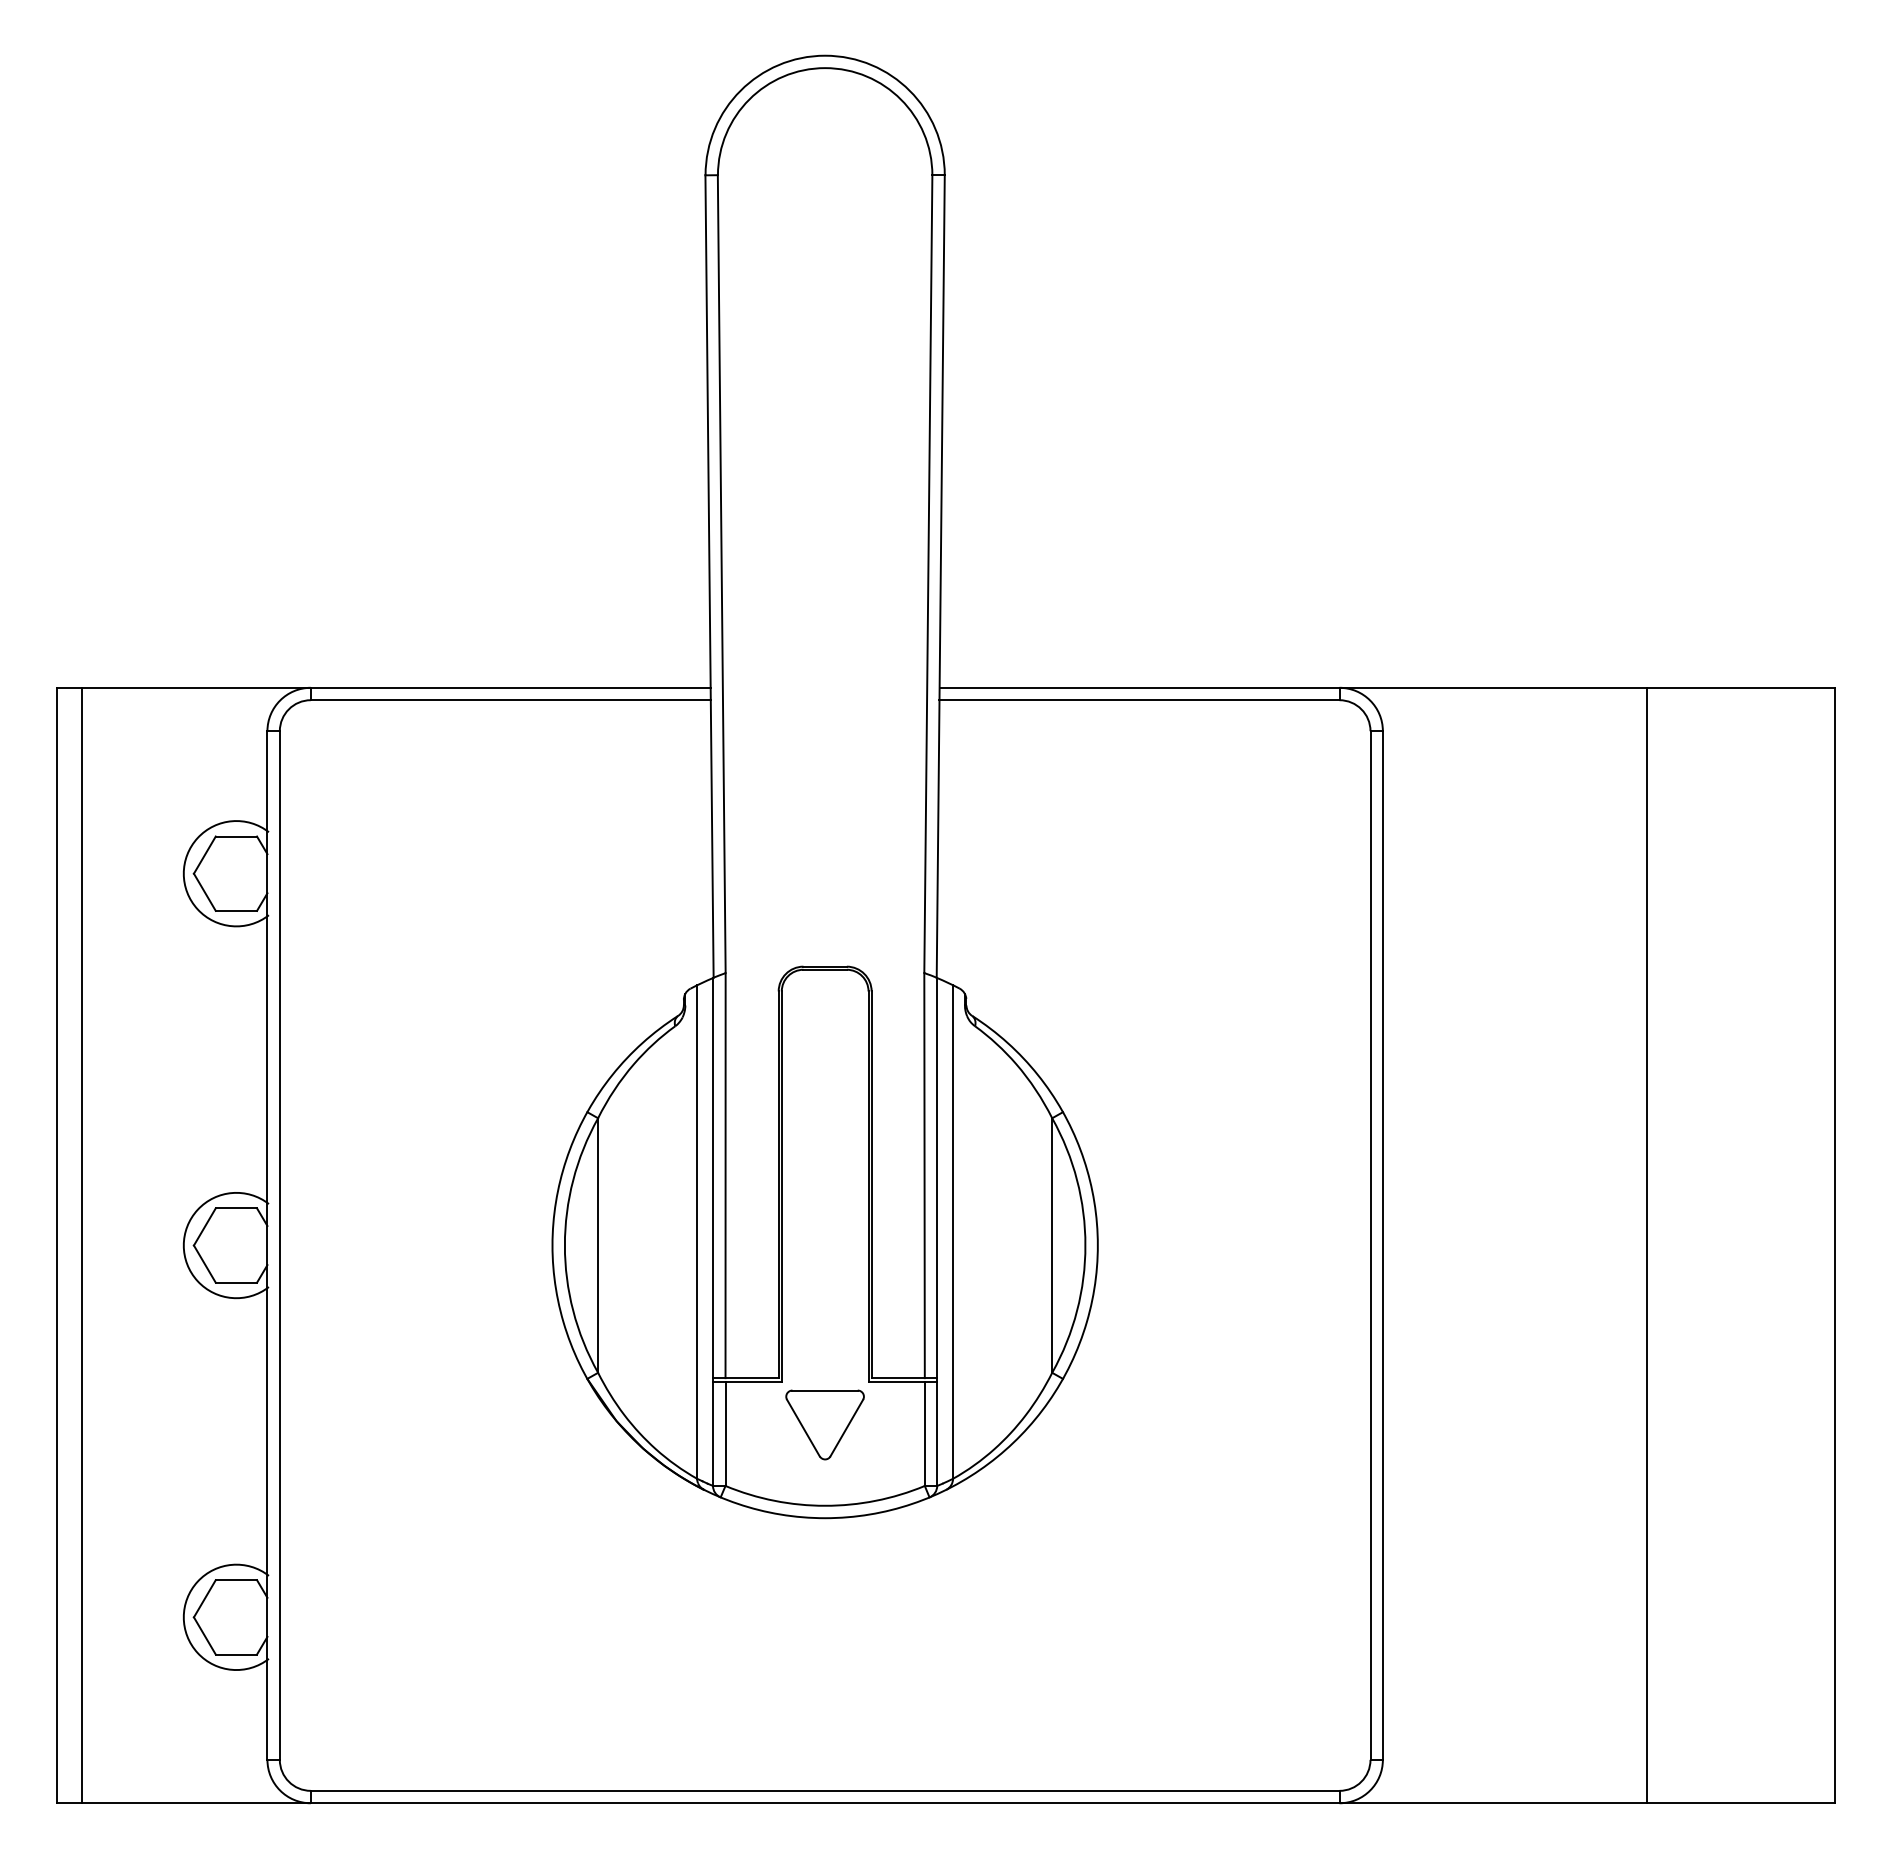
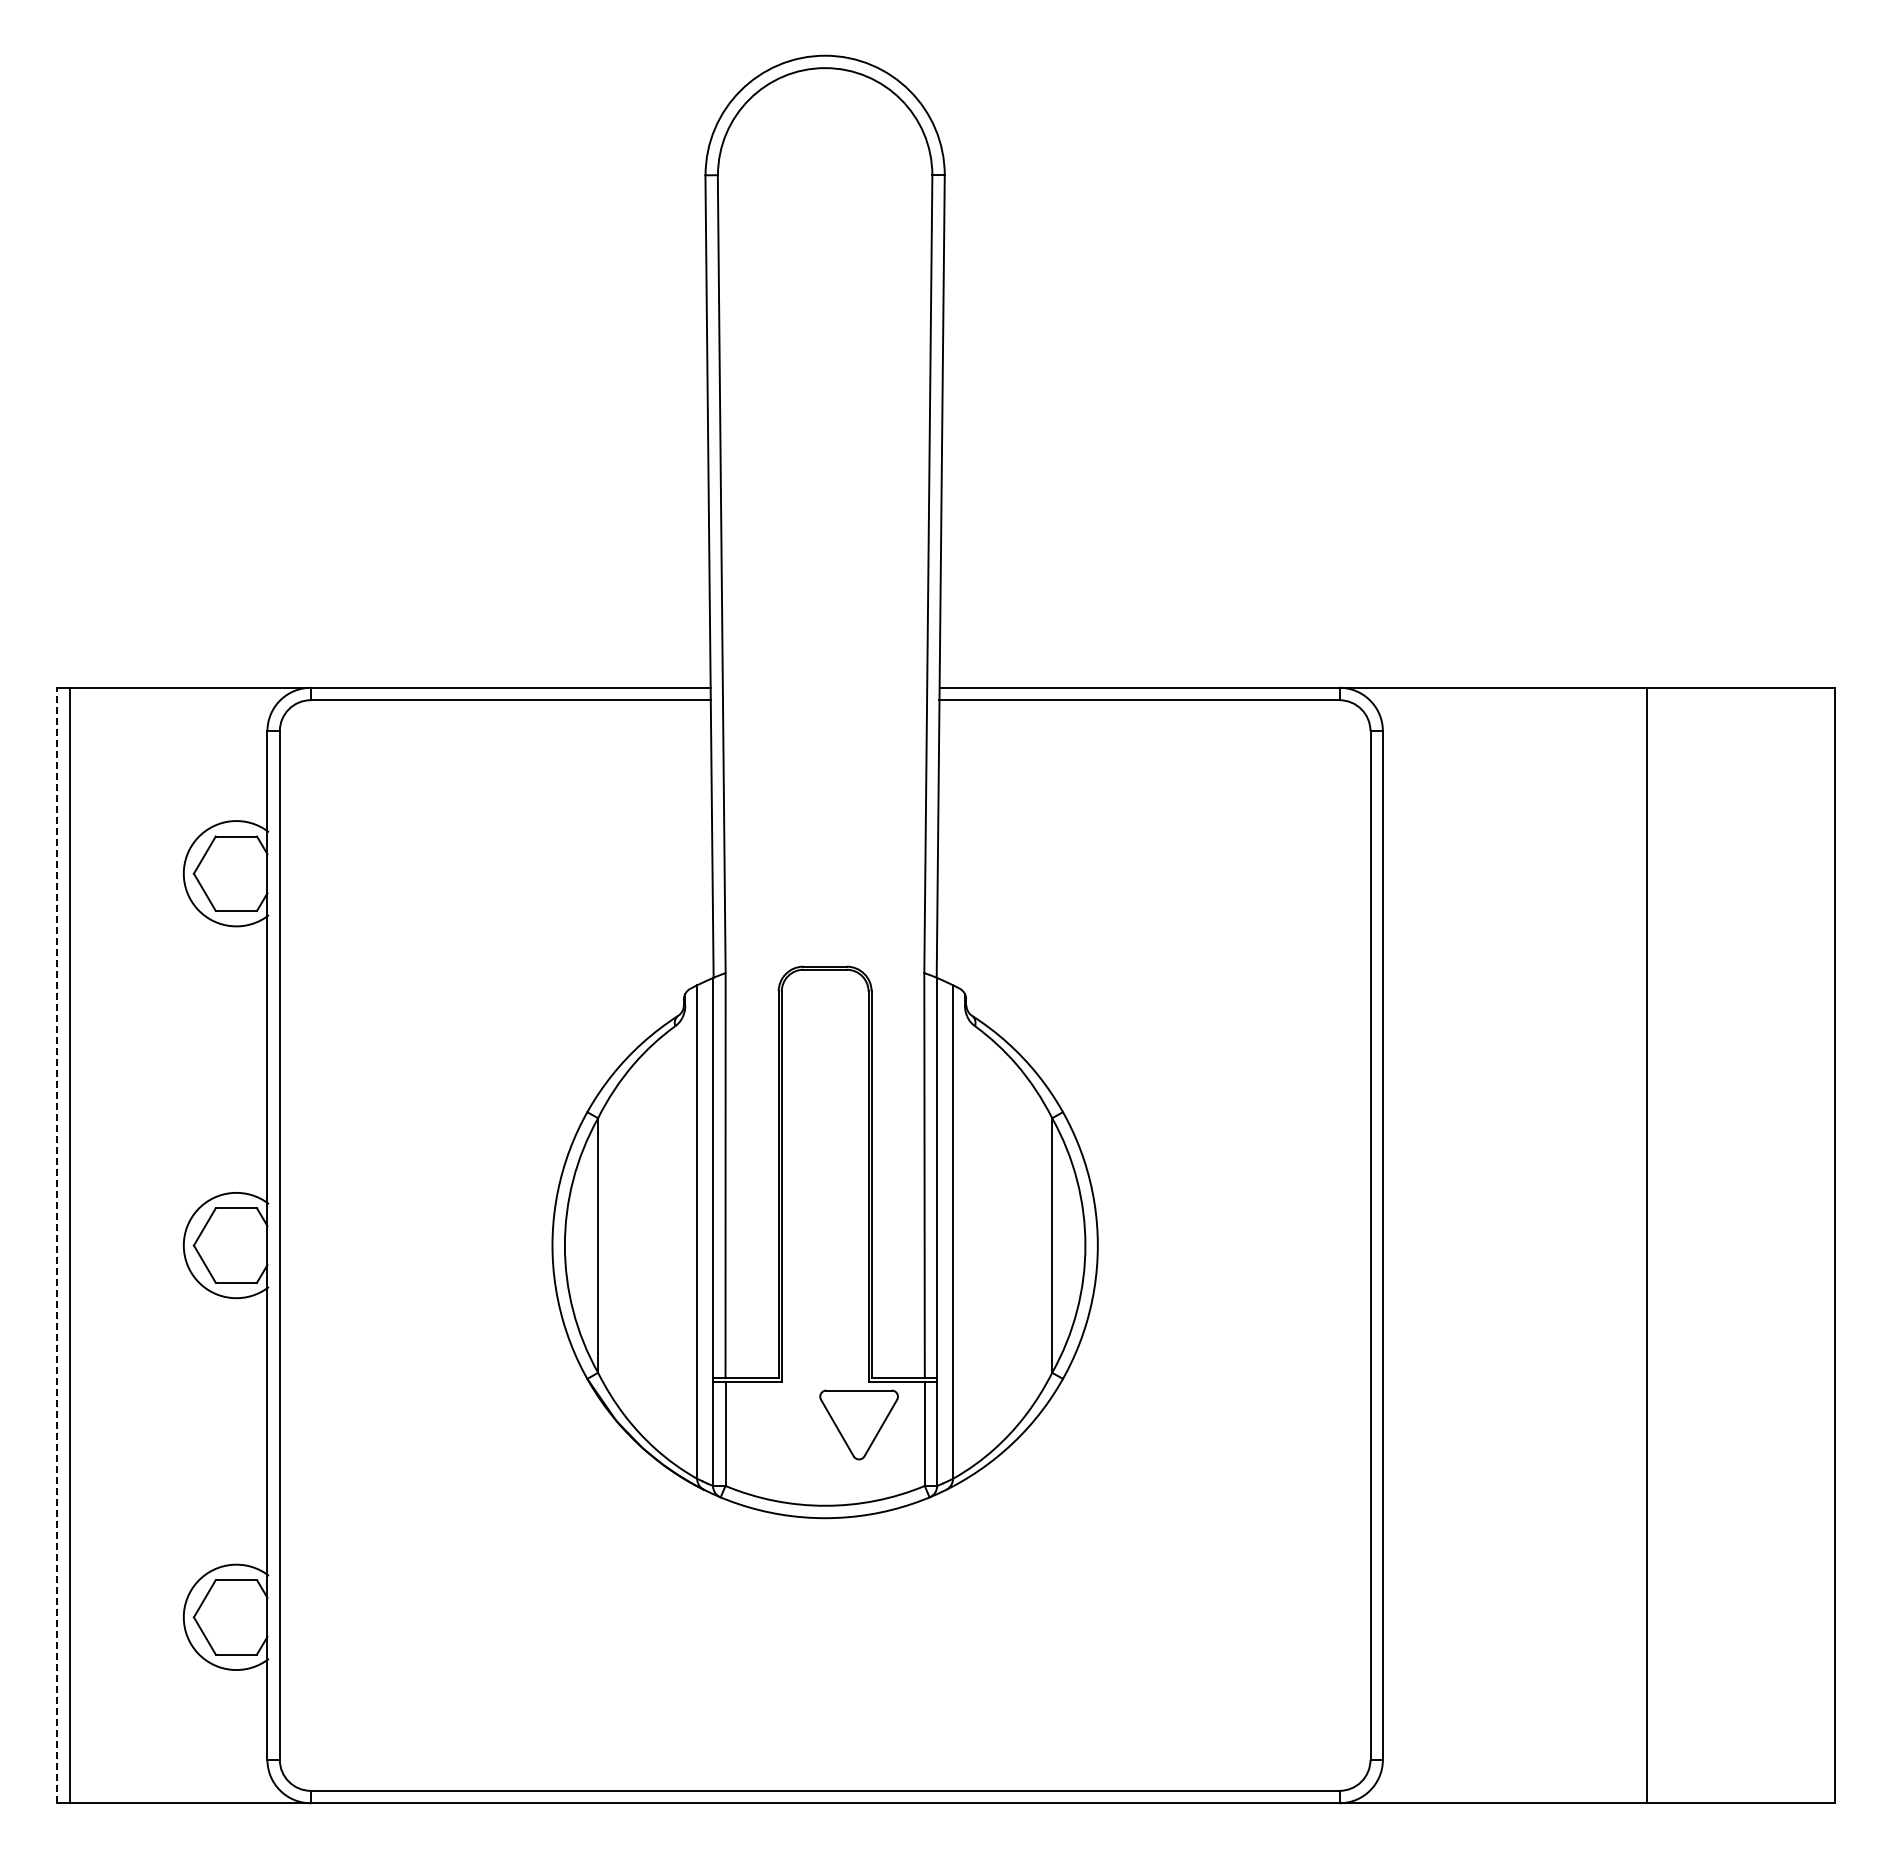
line at (56, 1245): solid -> dashed
line at (81, 1245) position: (81, 1245) -> (69, 1245)
part at (824, 1424) position: (824, 1424) -> (858, 1424)
